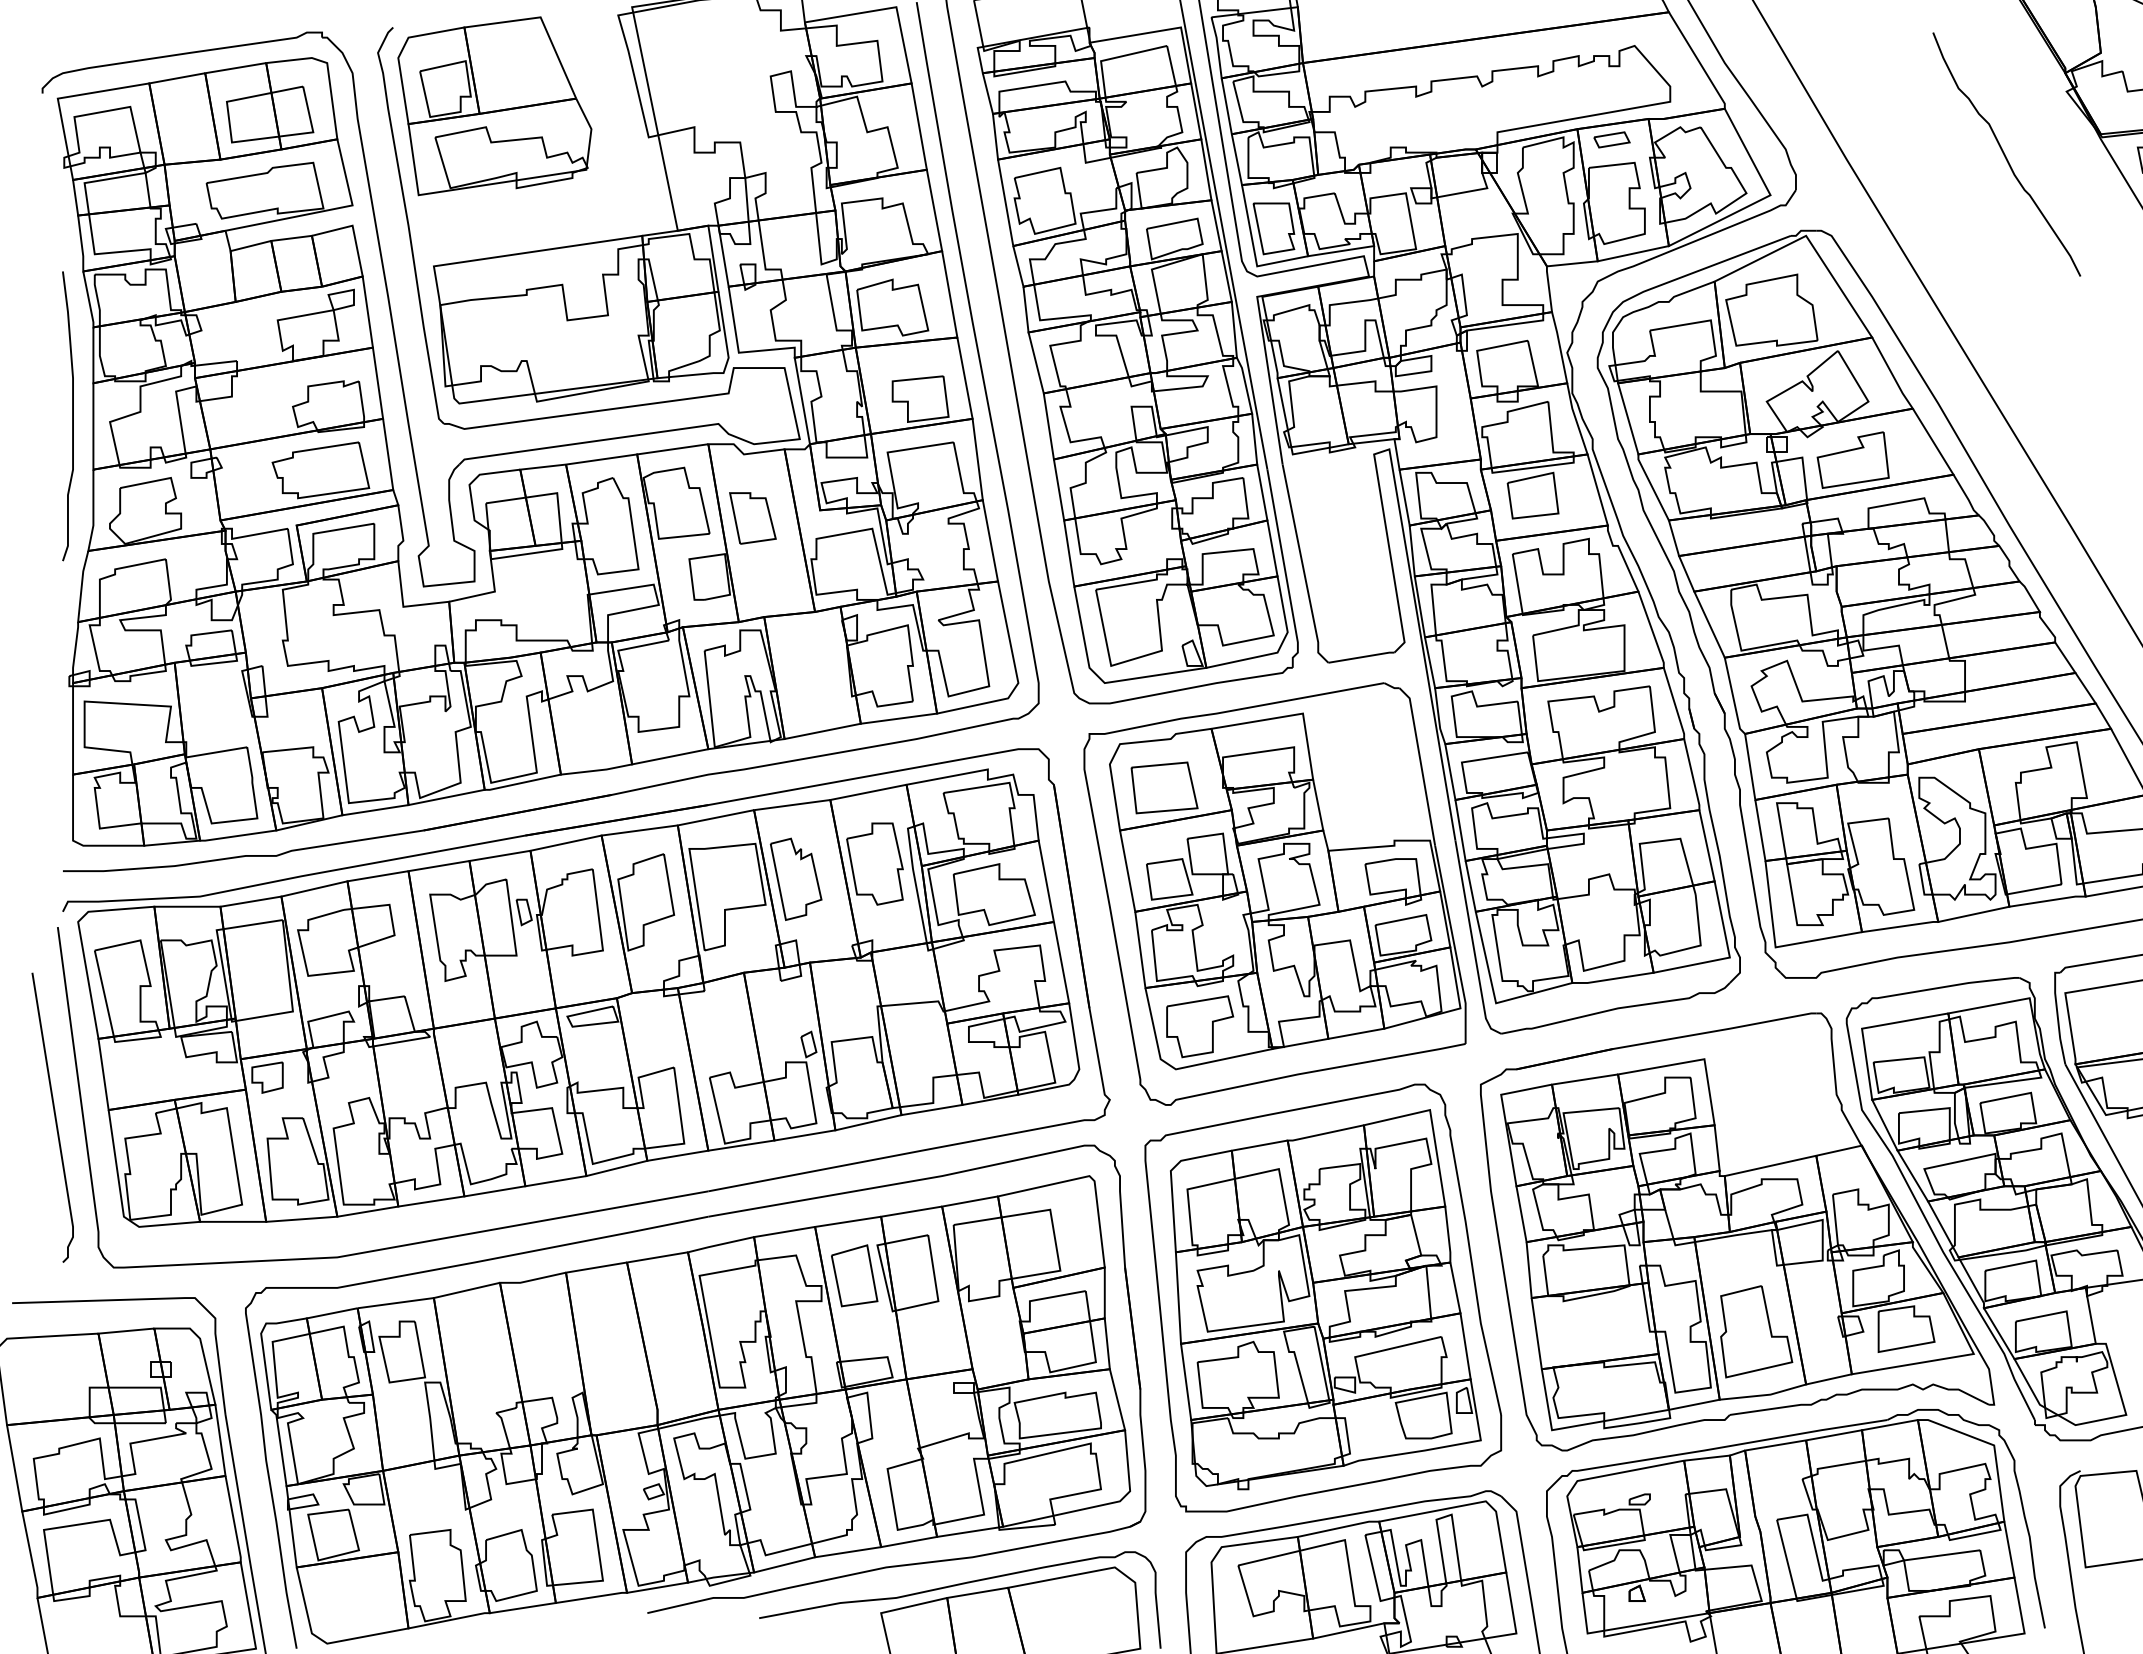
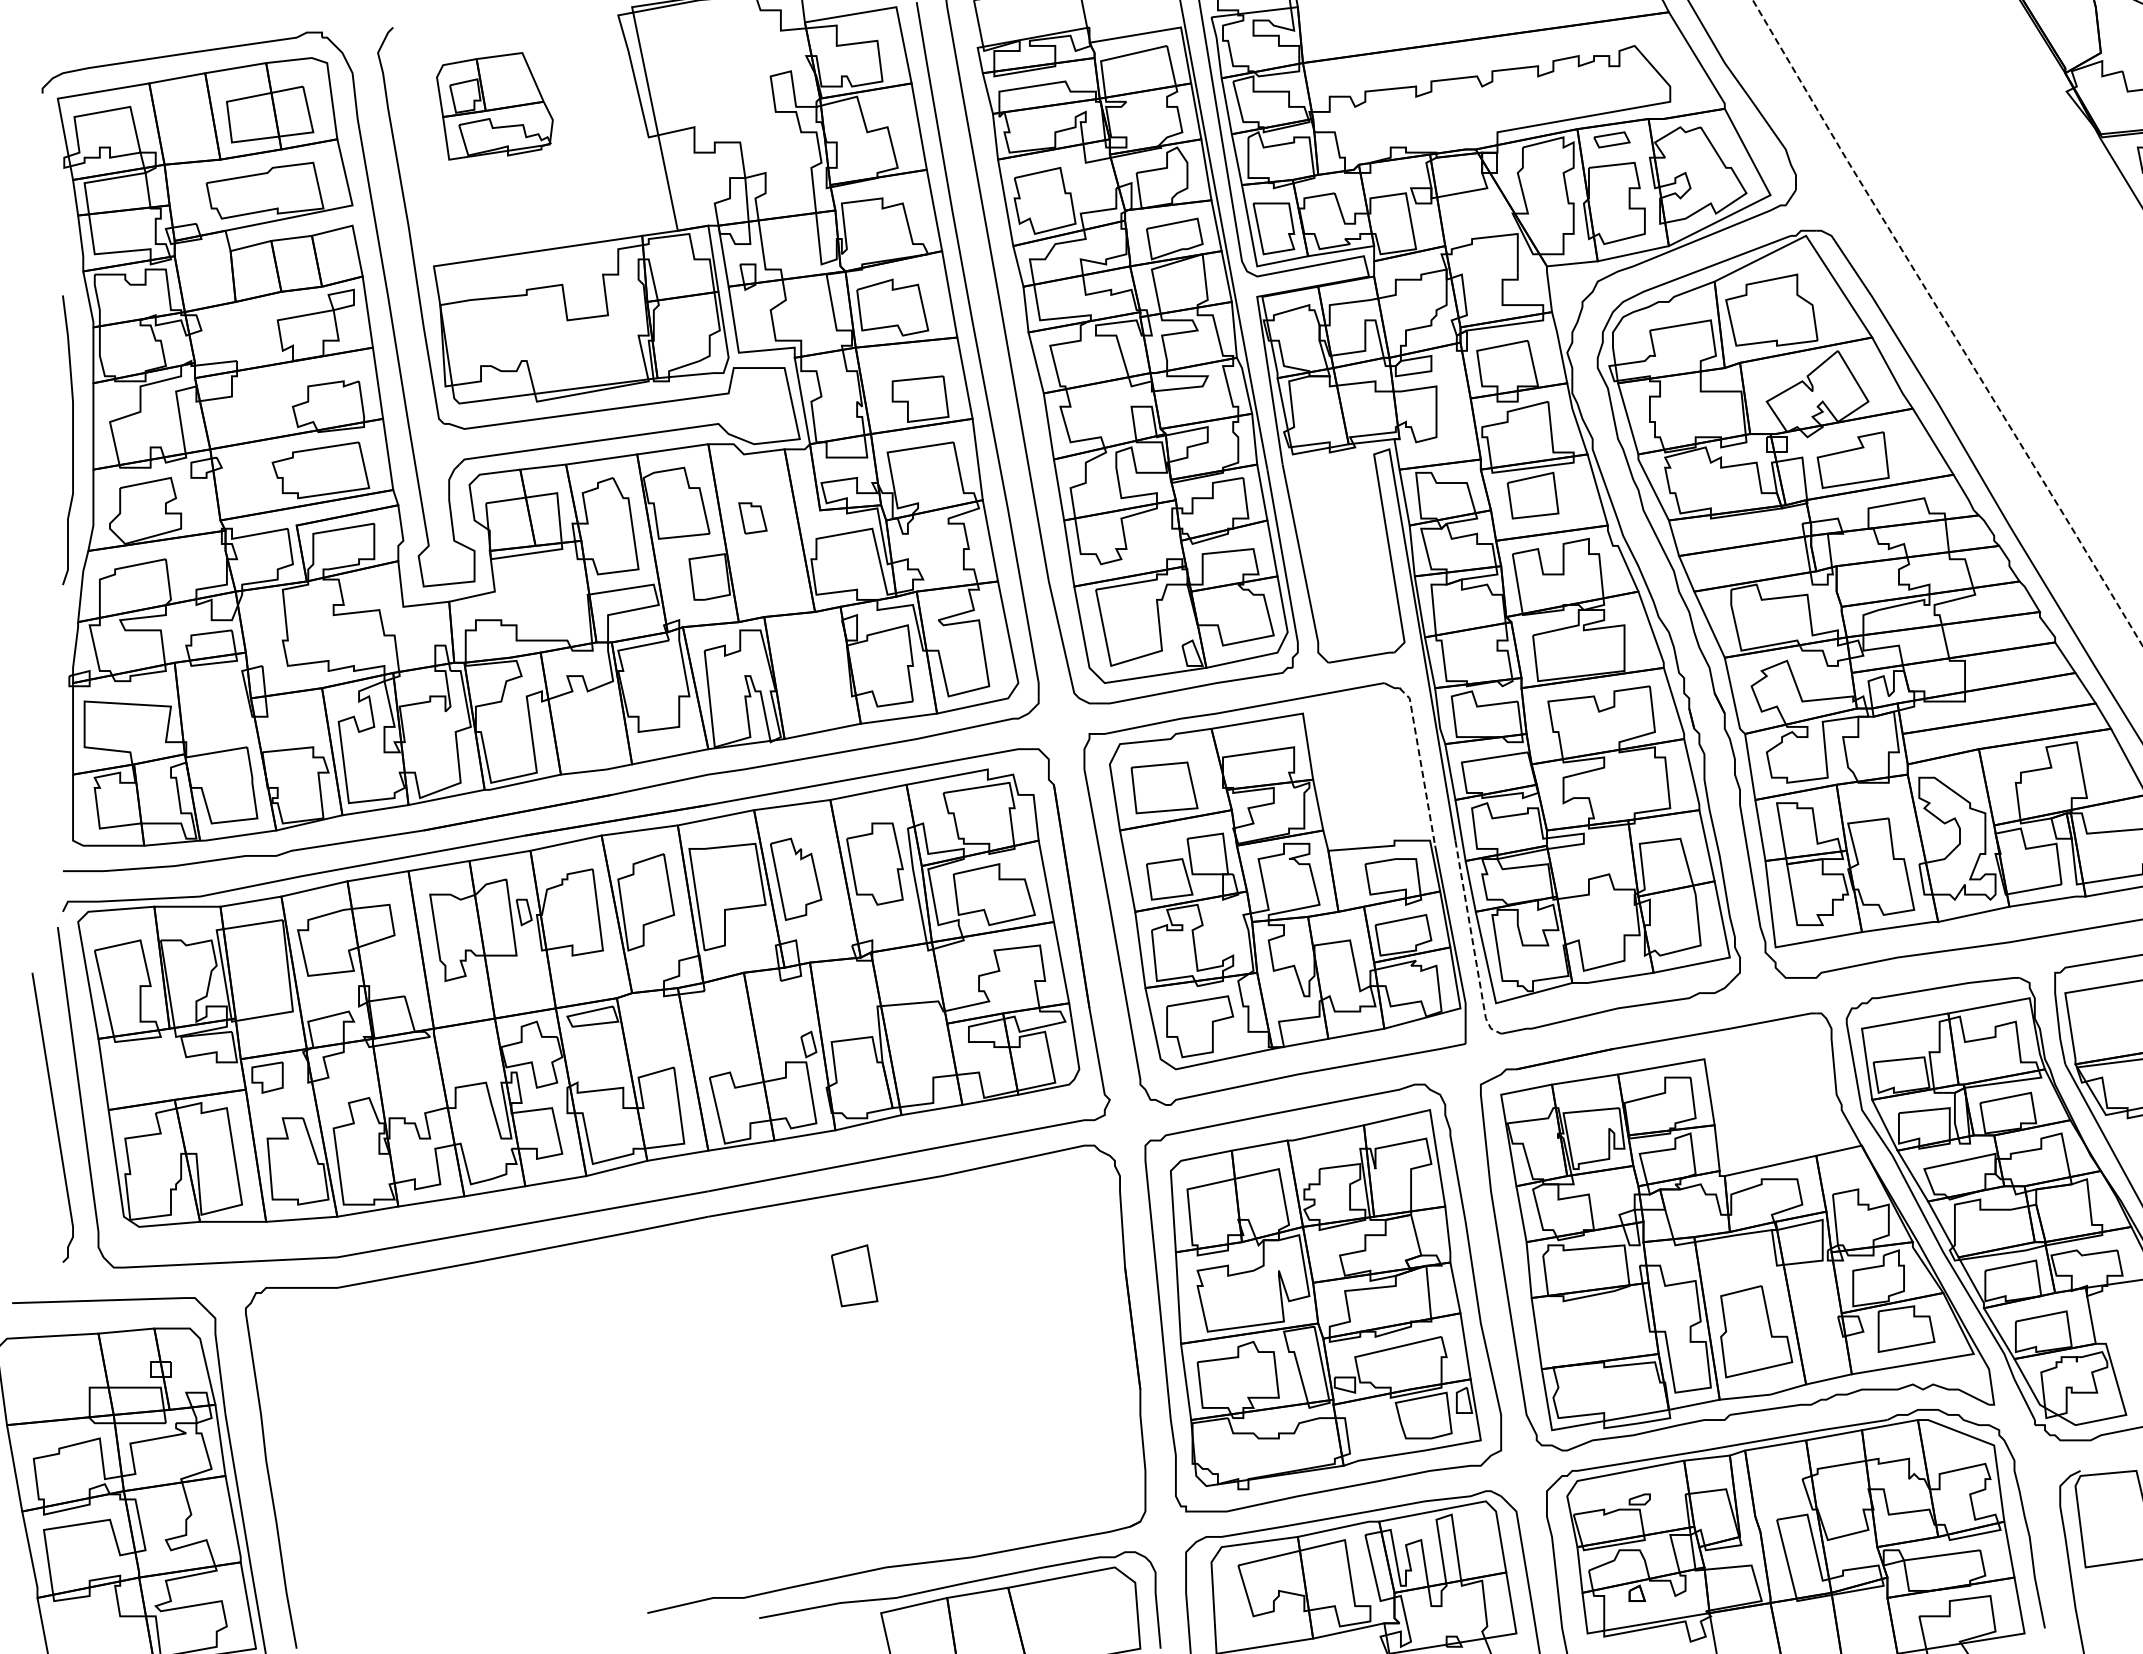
part at (494, 106) size: 196x181 px -> 118x109 px
curve at (2005, 154): present -> none
line at (1946, 323): solid -> dashed
curve at (72, 416) position: (72, 416) -> (72, 440)
part at (752, 518) size: 48x53 px -> 30x33 px
line at (1421, 764): solid -> dashed
line at (1472, 942): solid -> dashed
part at (695, 1409): present -> none
